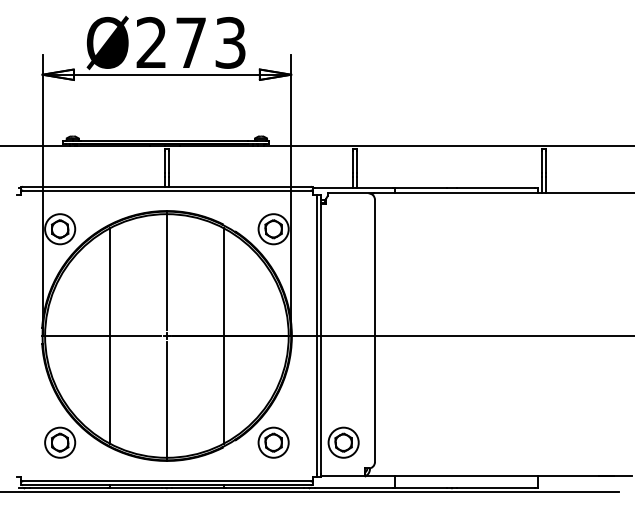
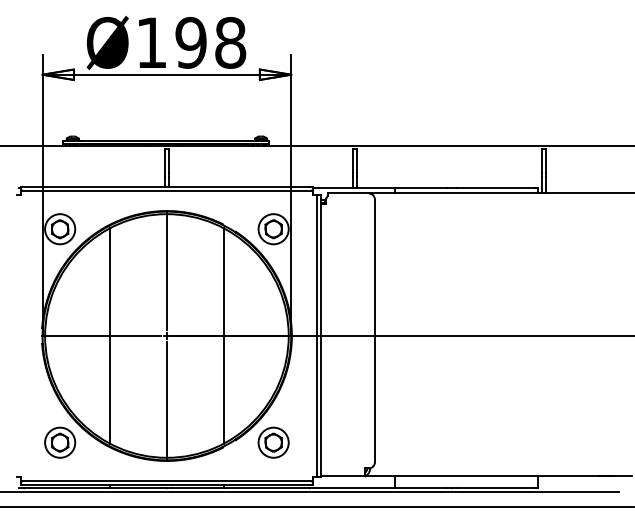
text at (191, 42): Ø273 -> Ø198
part at (343, 442): present -> none
line at (316, 507): none -> present
